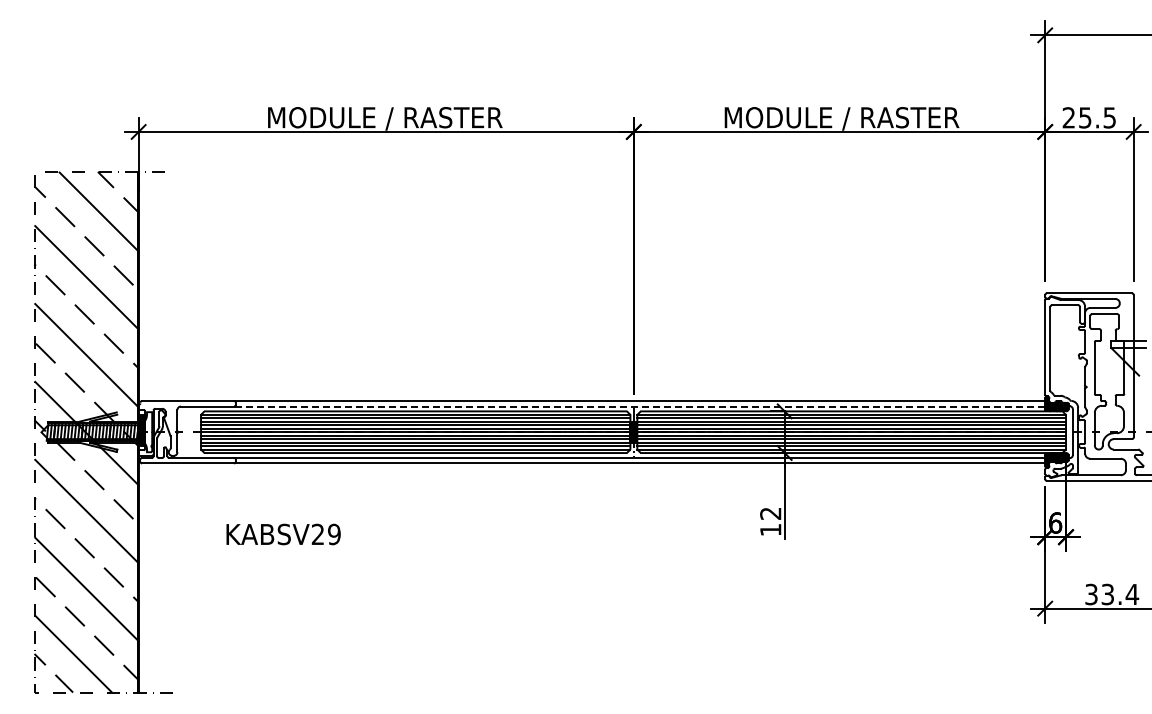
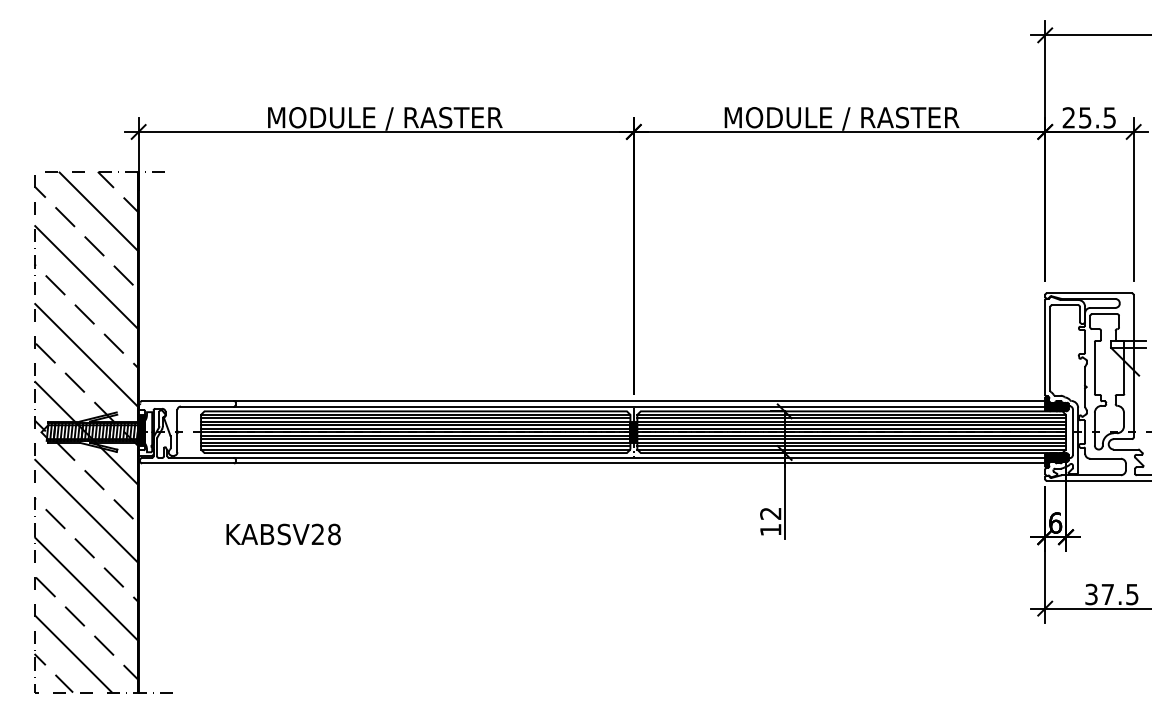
line at (639, 406): dashed -> solid
text at (334, 534): KABSV29 -> KABSV28
text at (1120, 594): 33.4 -> 37.5
